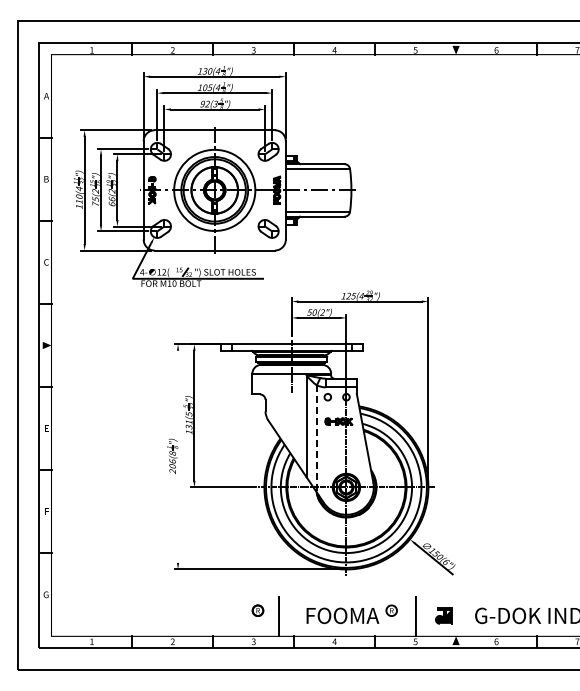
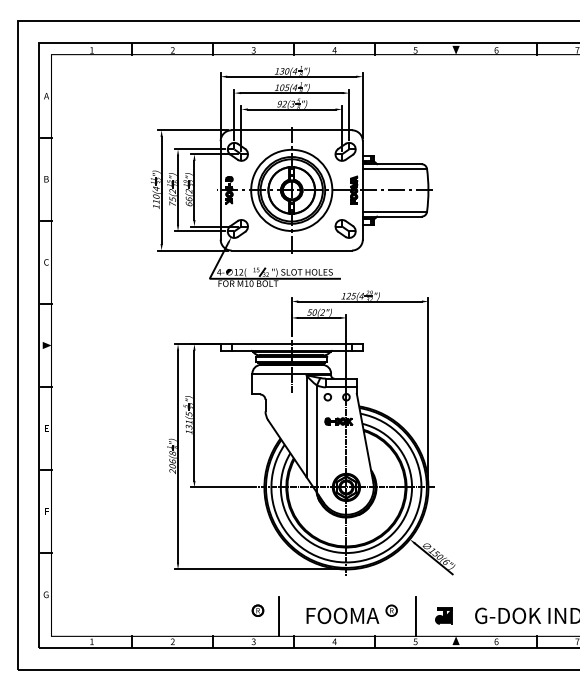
part at (214, 176) position: (214, 176) -> (291, 176)
line at (316, 438): dashed -> solid
line at (178, 456): none -> present
